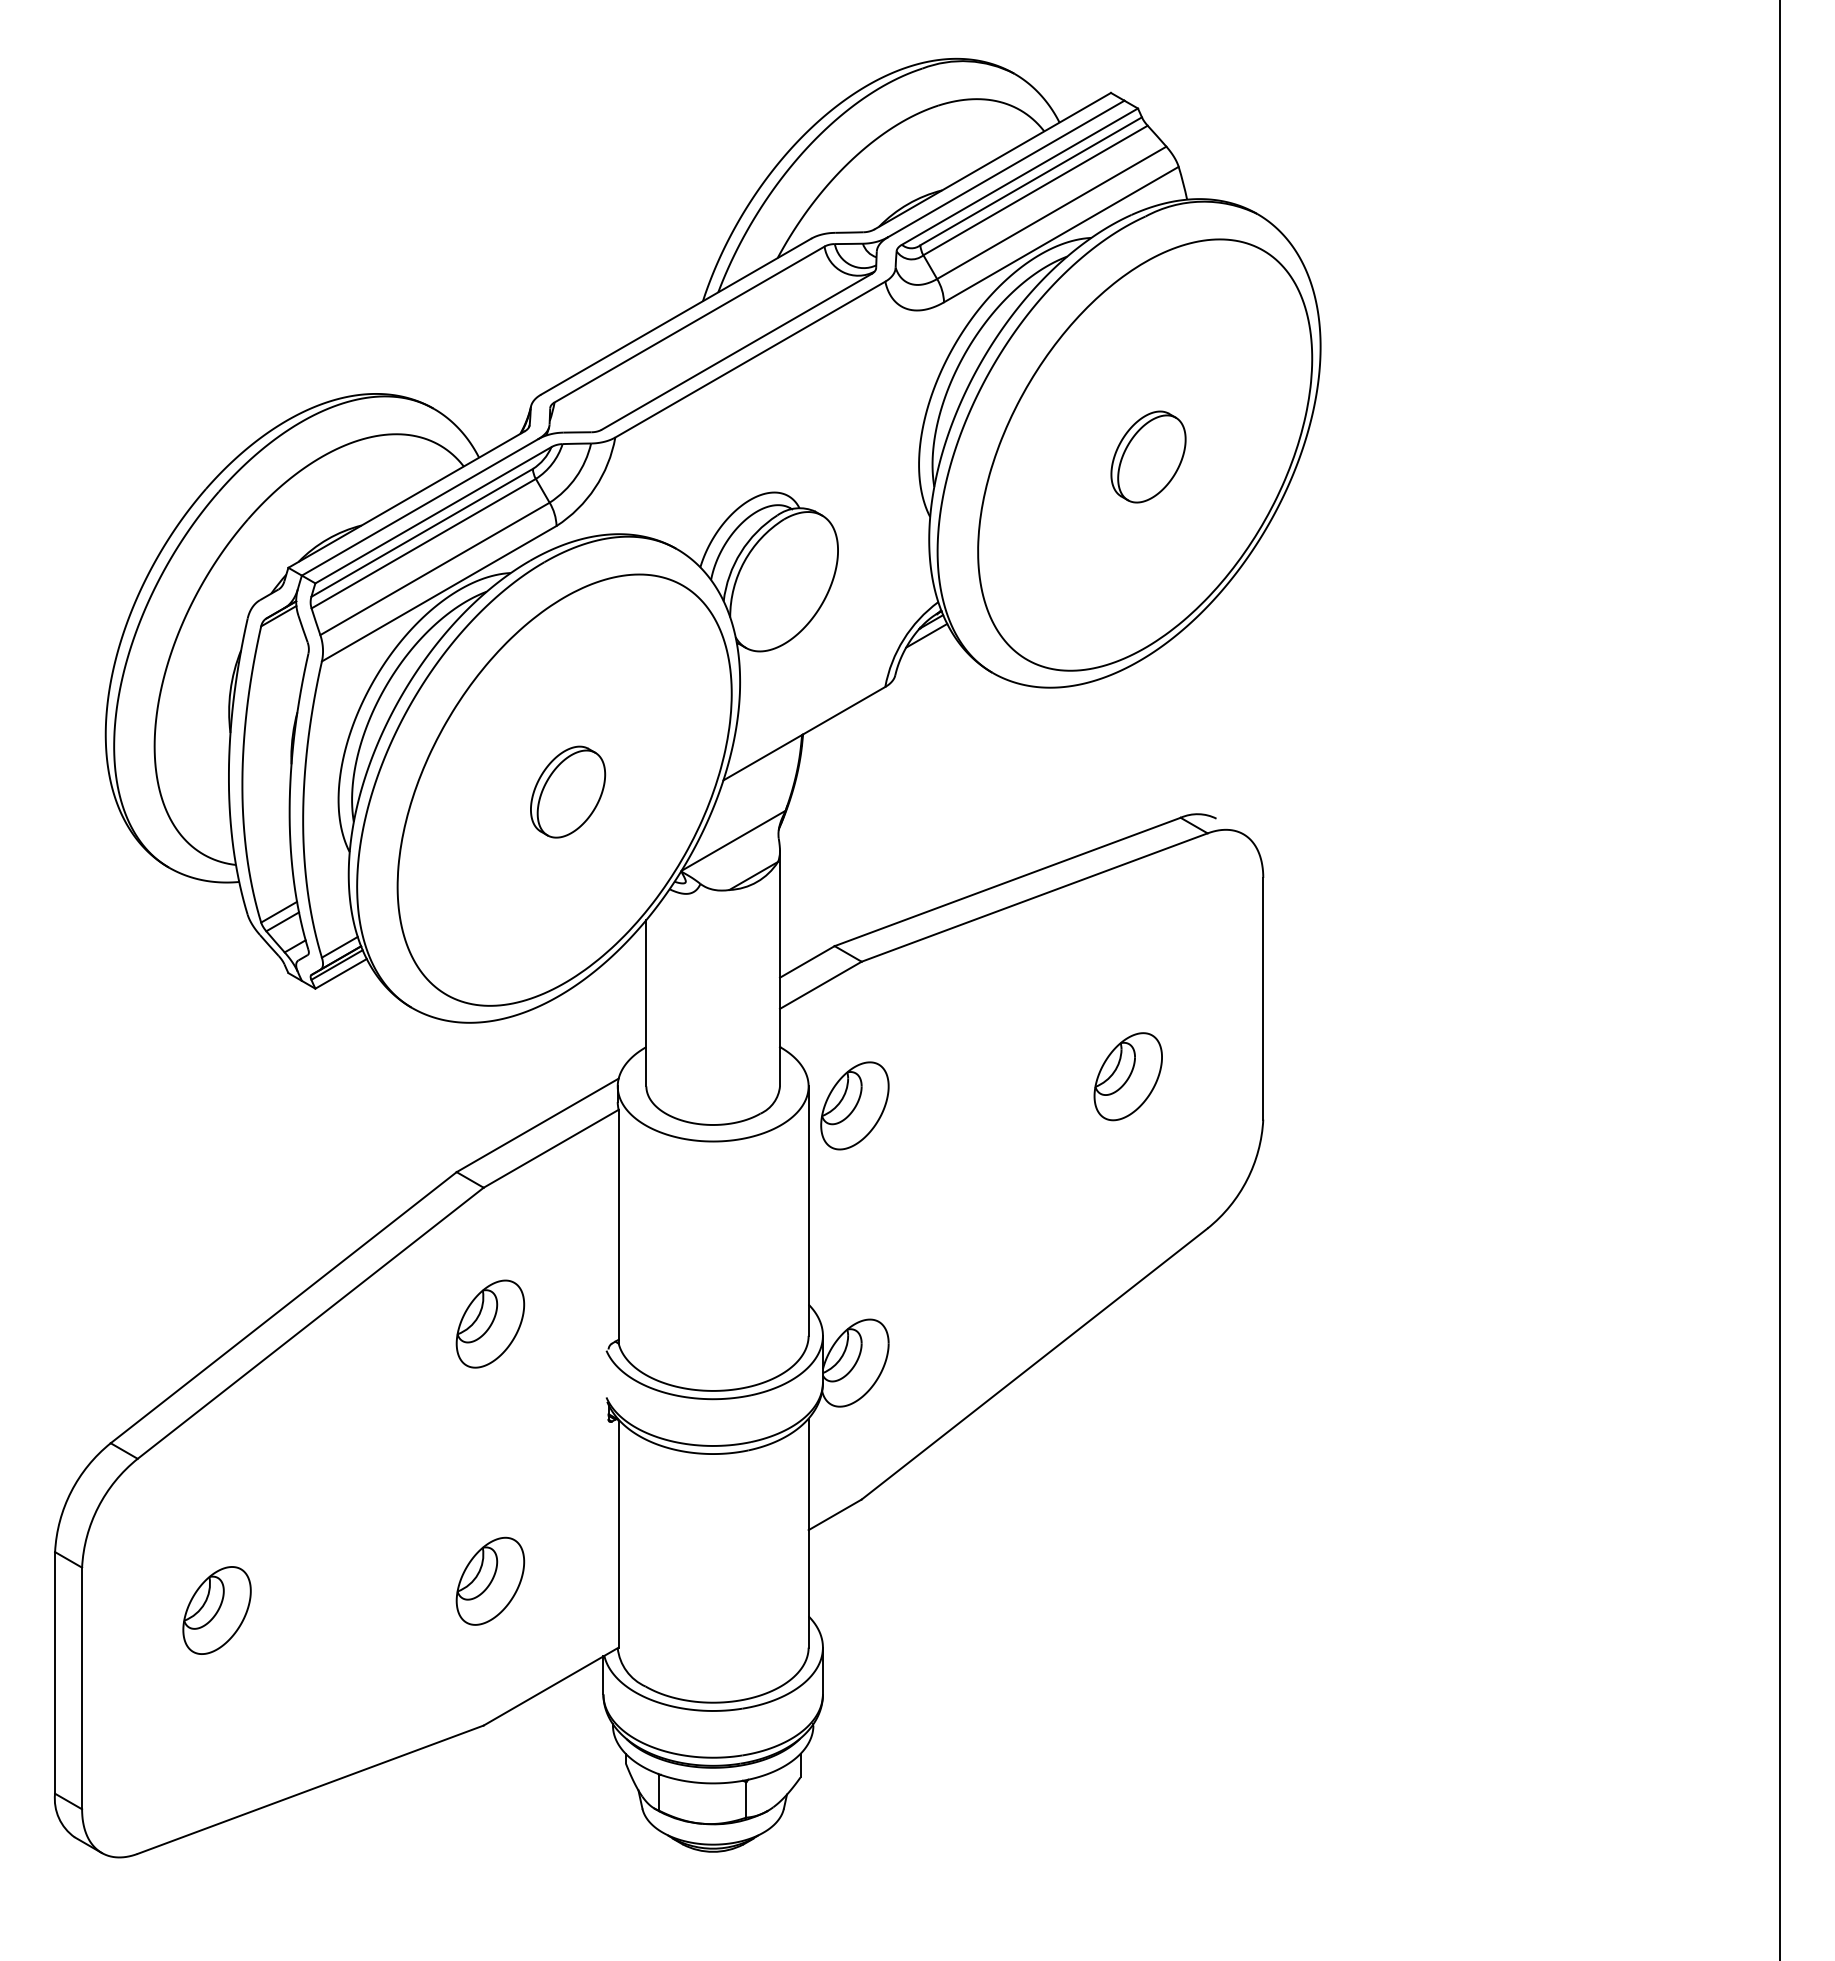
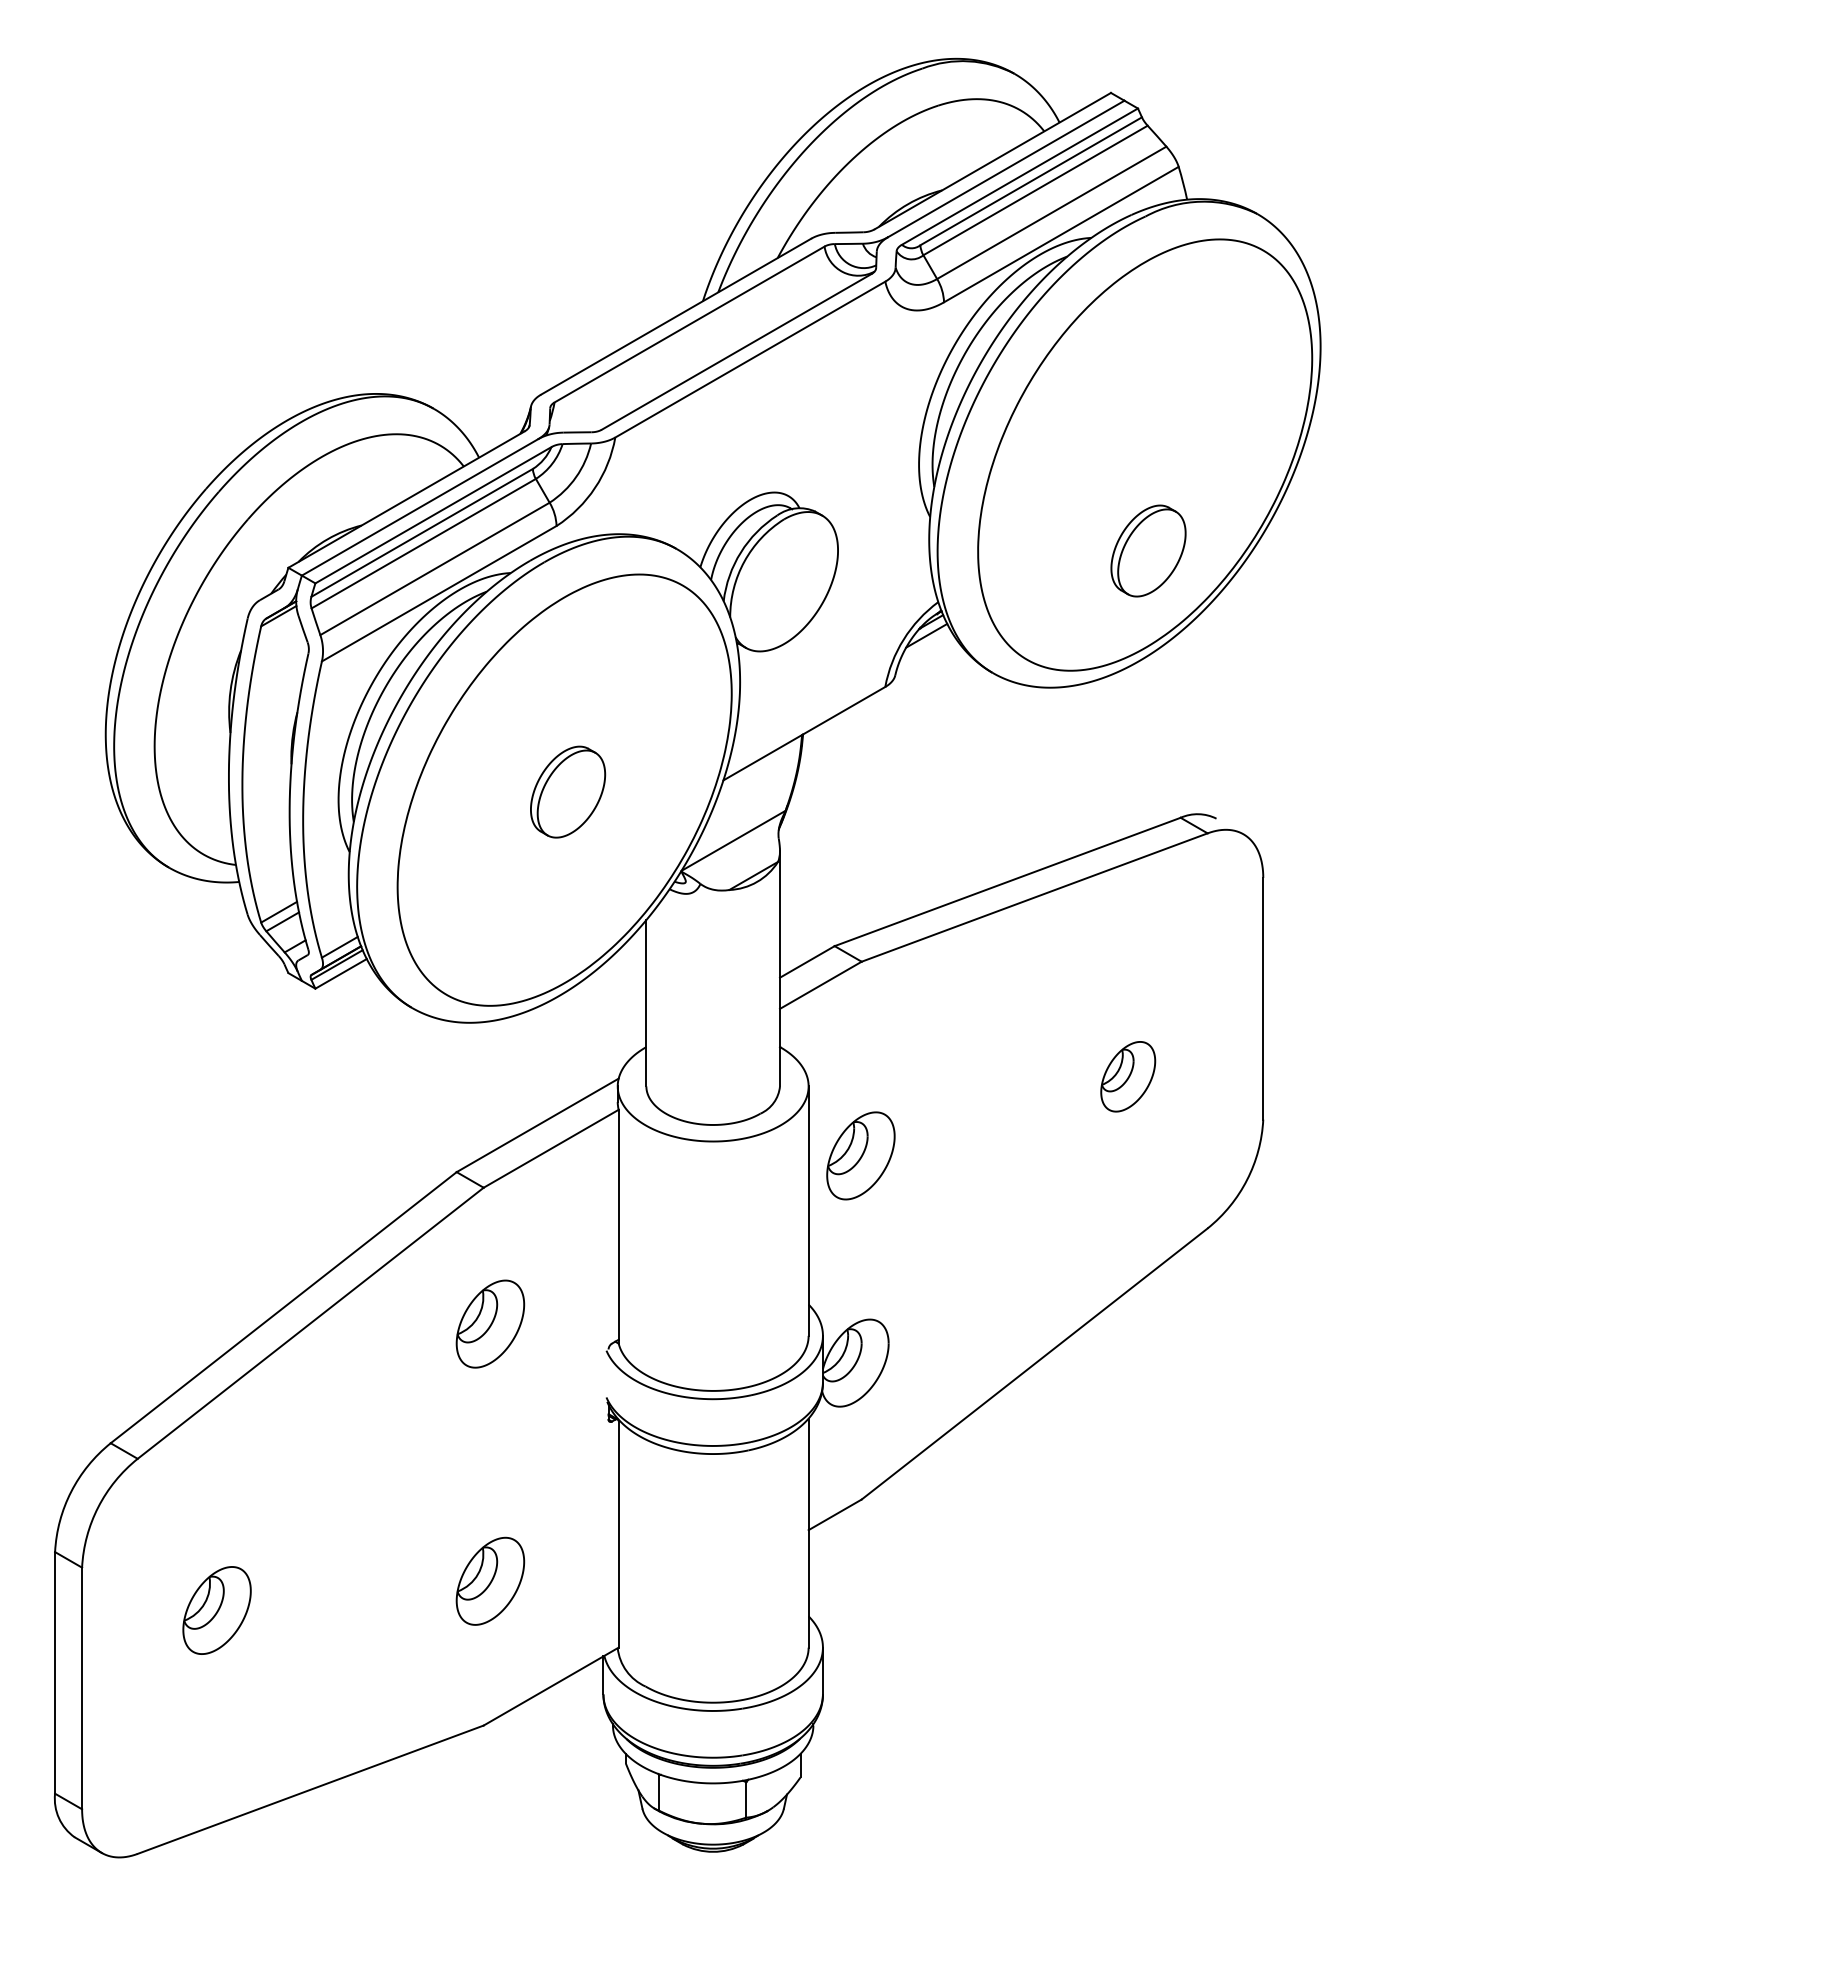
part at (1148, 456) position: (1148, 456) -> (1148, 550)
line at (1780, 979): present -> none
part at (1127, 1076) size: 70x90 px -> 57x72 px
part at (854, 1105) position: (854, 1105) -> (860, 1155)
